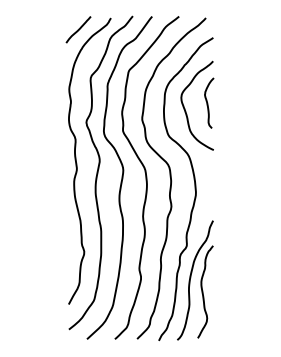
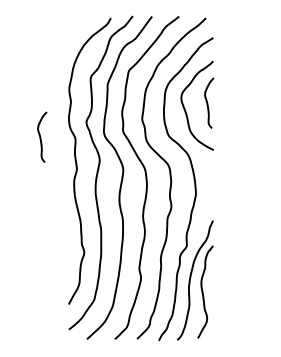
line at (78, 29): present -> none
curve at (41, 137): none -> present
